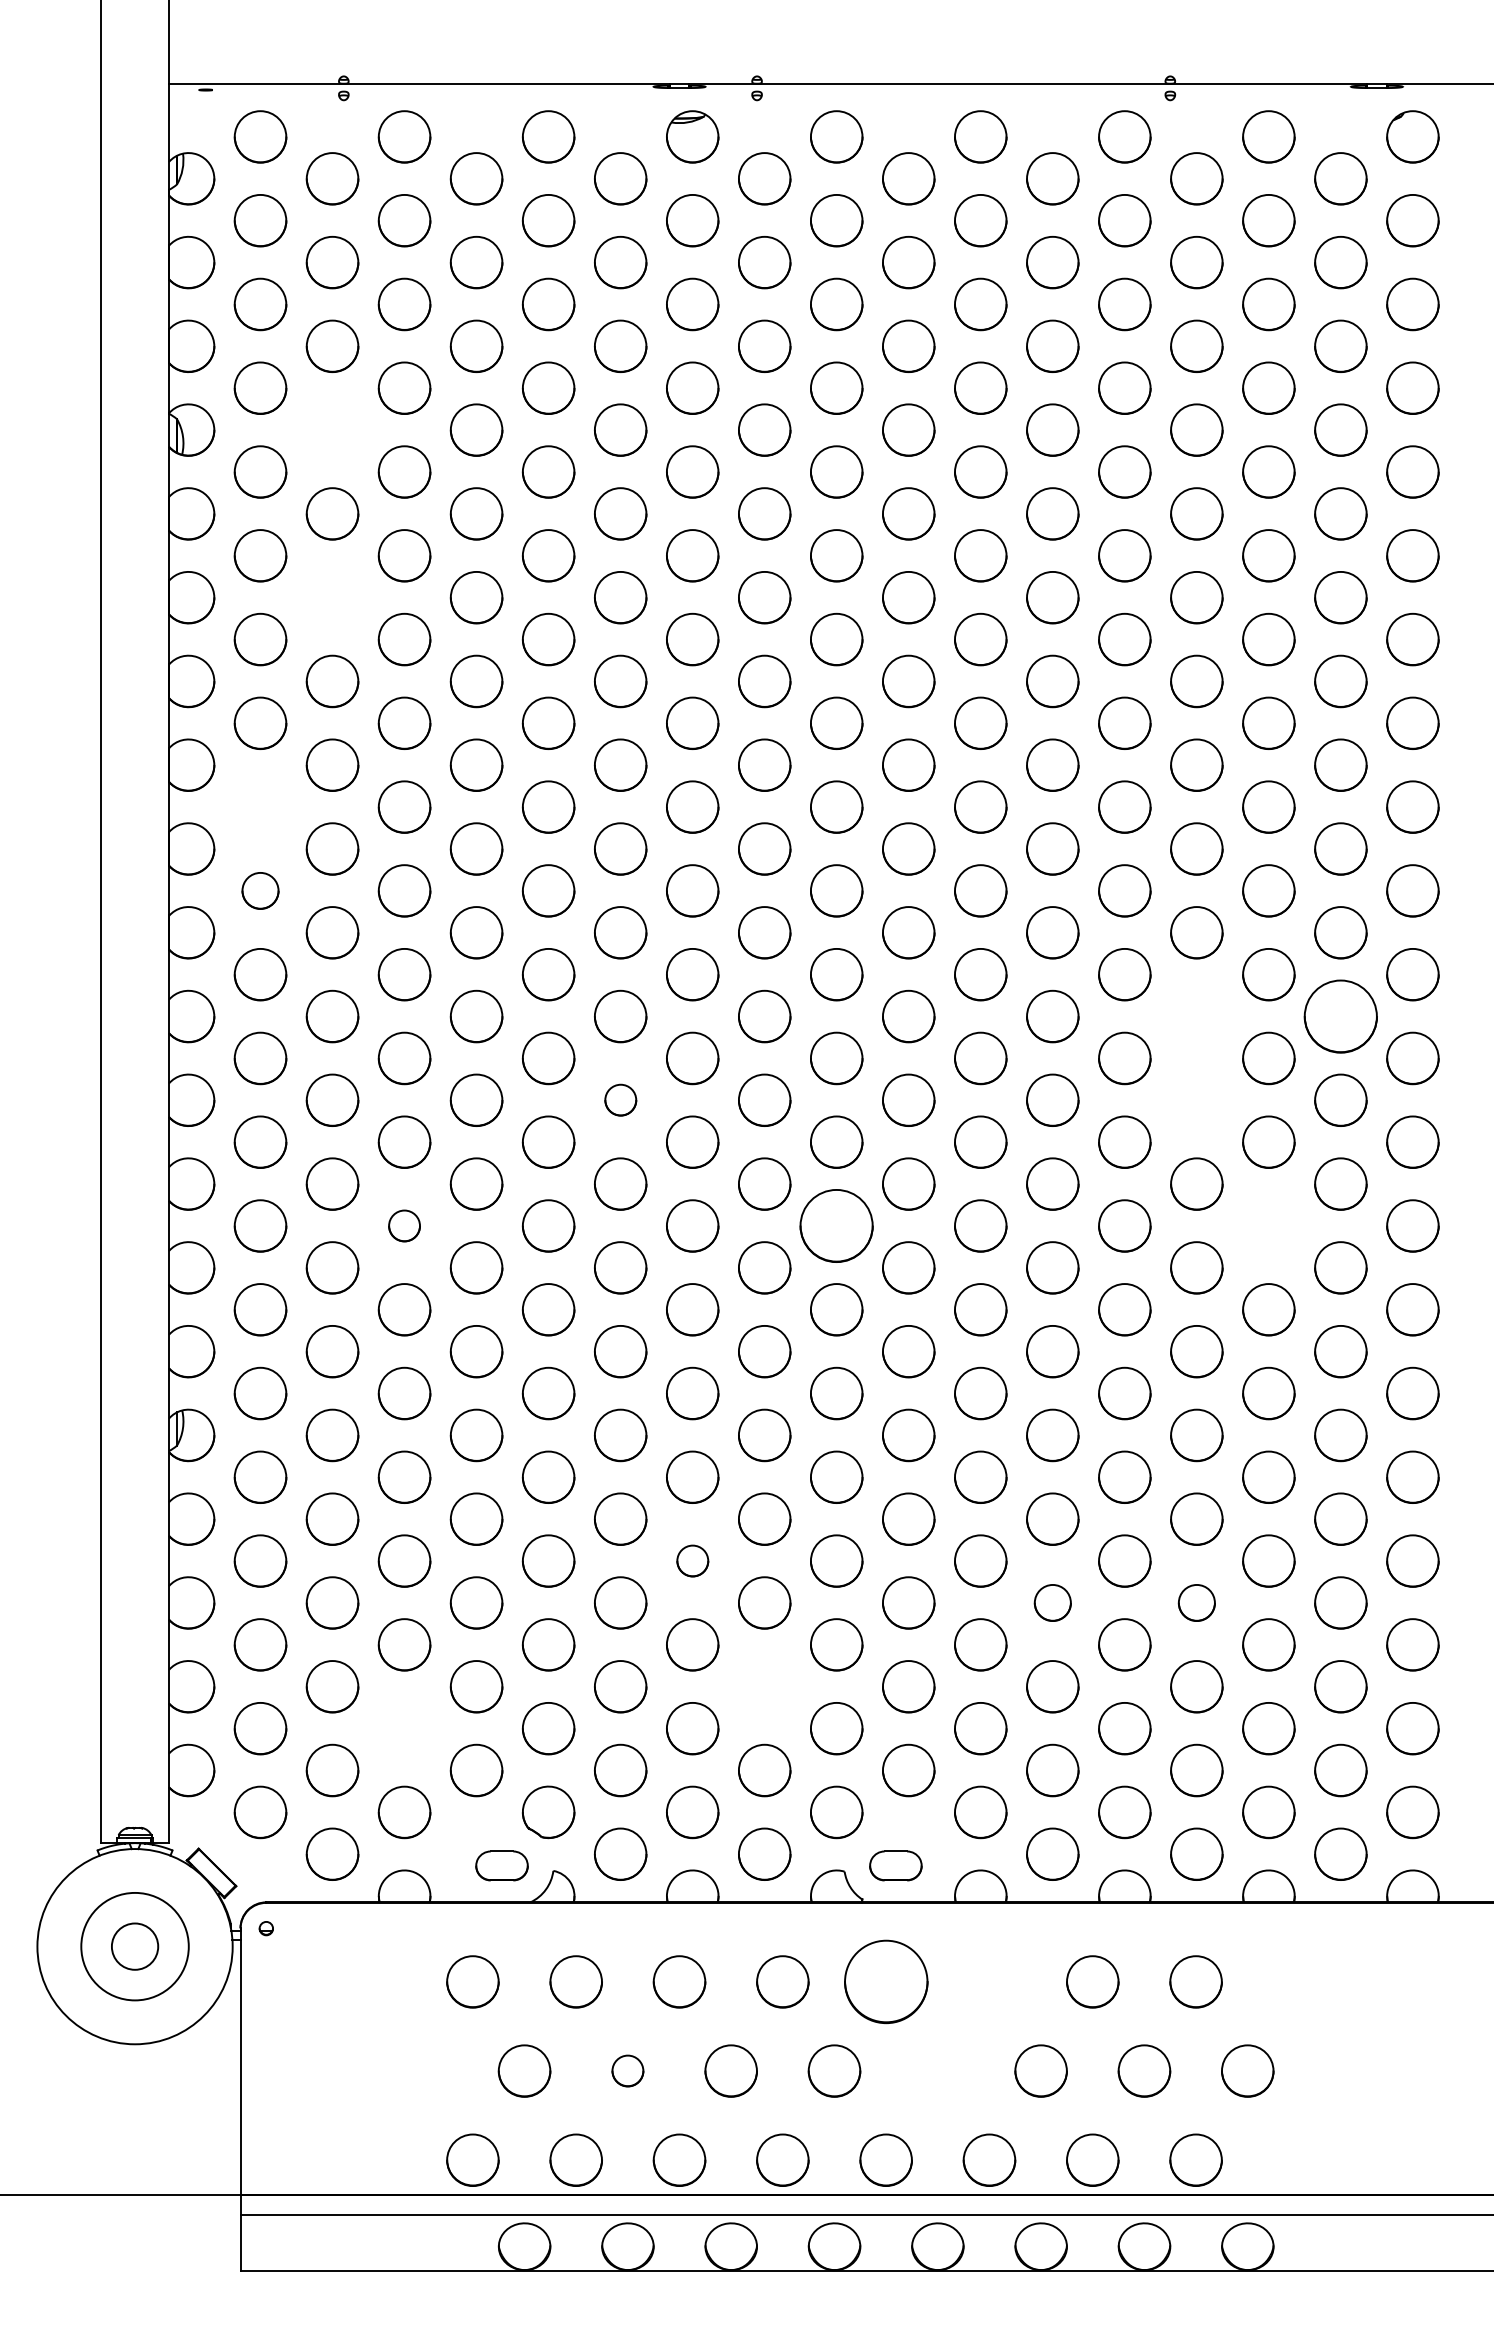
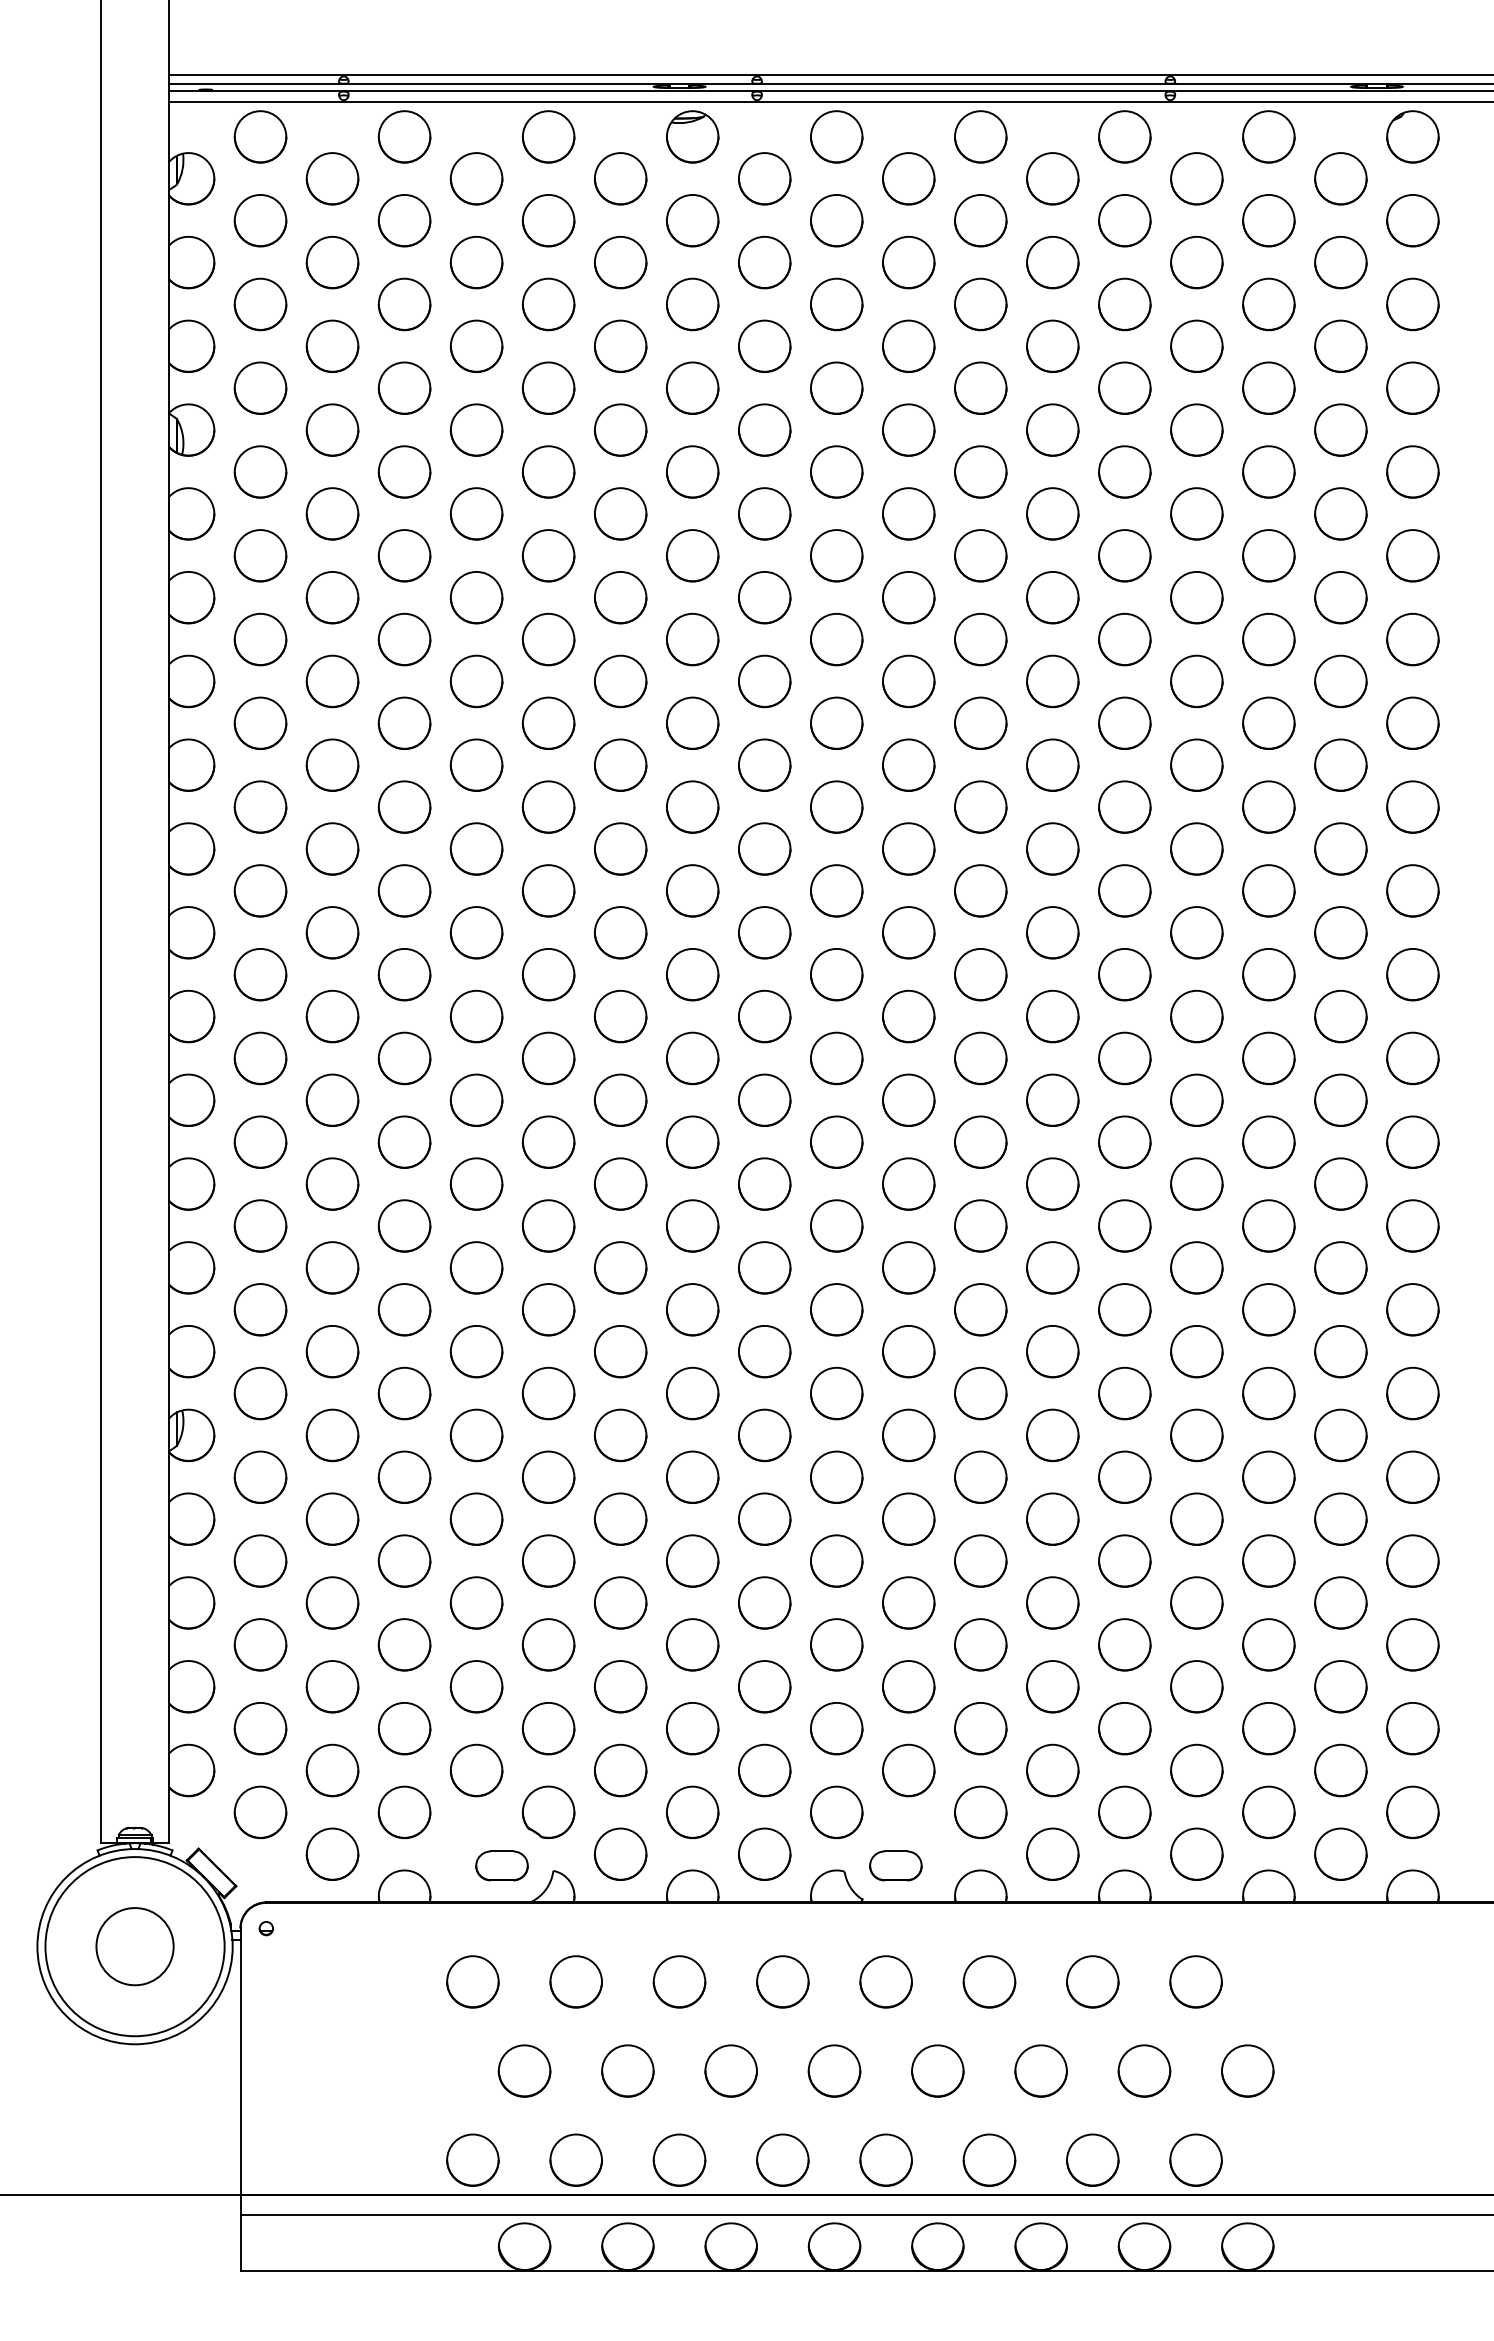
line at (829, 74): none -> present
line at (829, 91): none -> present
line at (829, 101): none -> present
part at (332, 429): none -> present
part at (332, 597): none -> present
part at (260, 806): none -> present
part at (260, 890) size: 39x38 px -> 55x54 px
part at (1196, 1016): none -> present
part at (1340, 1016) size: 75x75 px -> 54x55 px
circle at (620, 1099) size: 34x34 px -> 54x54 px
circle at (1196, 1099): none -> present
part at (404, 1225) size: 33x34 px -> 55x54 px
circle at (836, 1225) size: 75x74 px -> 54x54 px
circle at (1268, 1225): none -> present
circle at (692, 1560) size: 34x34 px -> 54x54 px
circle at (1052, 1602) size: 39x38 px -> 54x54 px
circle at (1196, 1602) size: 39x38 px -> 54x54 px
circle at (764, 1686): none -> present
part at (404, 1728): none -> present
circle at (134, 1946) diameter: 107 px -> 179 px
circle at (134, 1946) diameter: 46 px -> 77 px
circle at (886, 1981) size: 85x86 px -> 54x54 px
part at (989, 1981): none -> present
circle at (627, 2070) size: 34x34 px -> 54x54 px
circle at (937, 2070): none -> present
